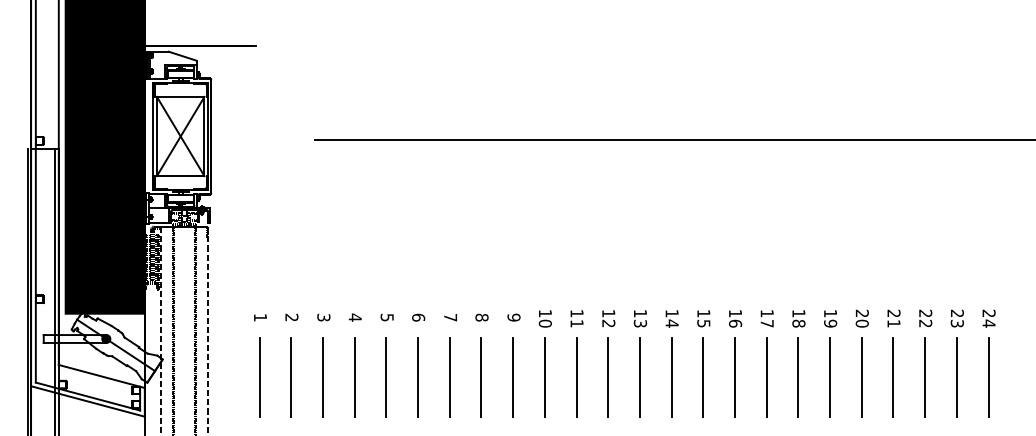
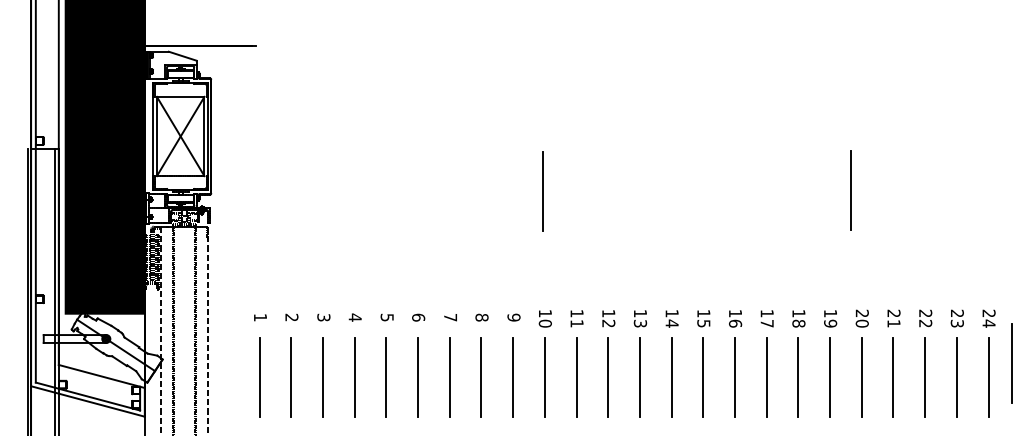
line at (673, 139): present -> none
line at (850, 190): none -> present
line at (542, 191): none -> present
line at (1011, 363): none -> present
